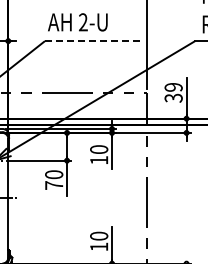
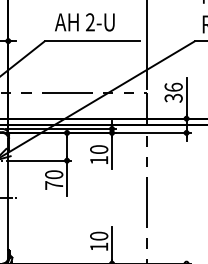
text at (77, 22) position: (77, 22) -> (84, 22)
line at (92, 41): dashed -> solid
text at (173, 86): 39 -> 36
